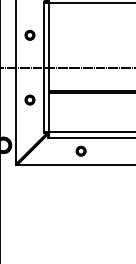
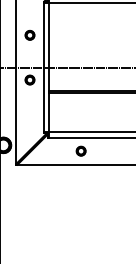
part at (29, 99) position: (29, 99) -> (29, 79)
